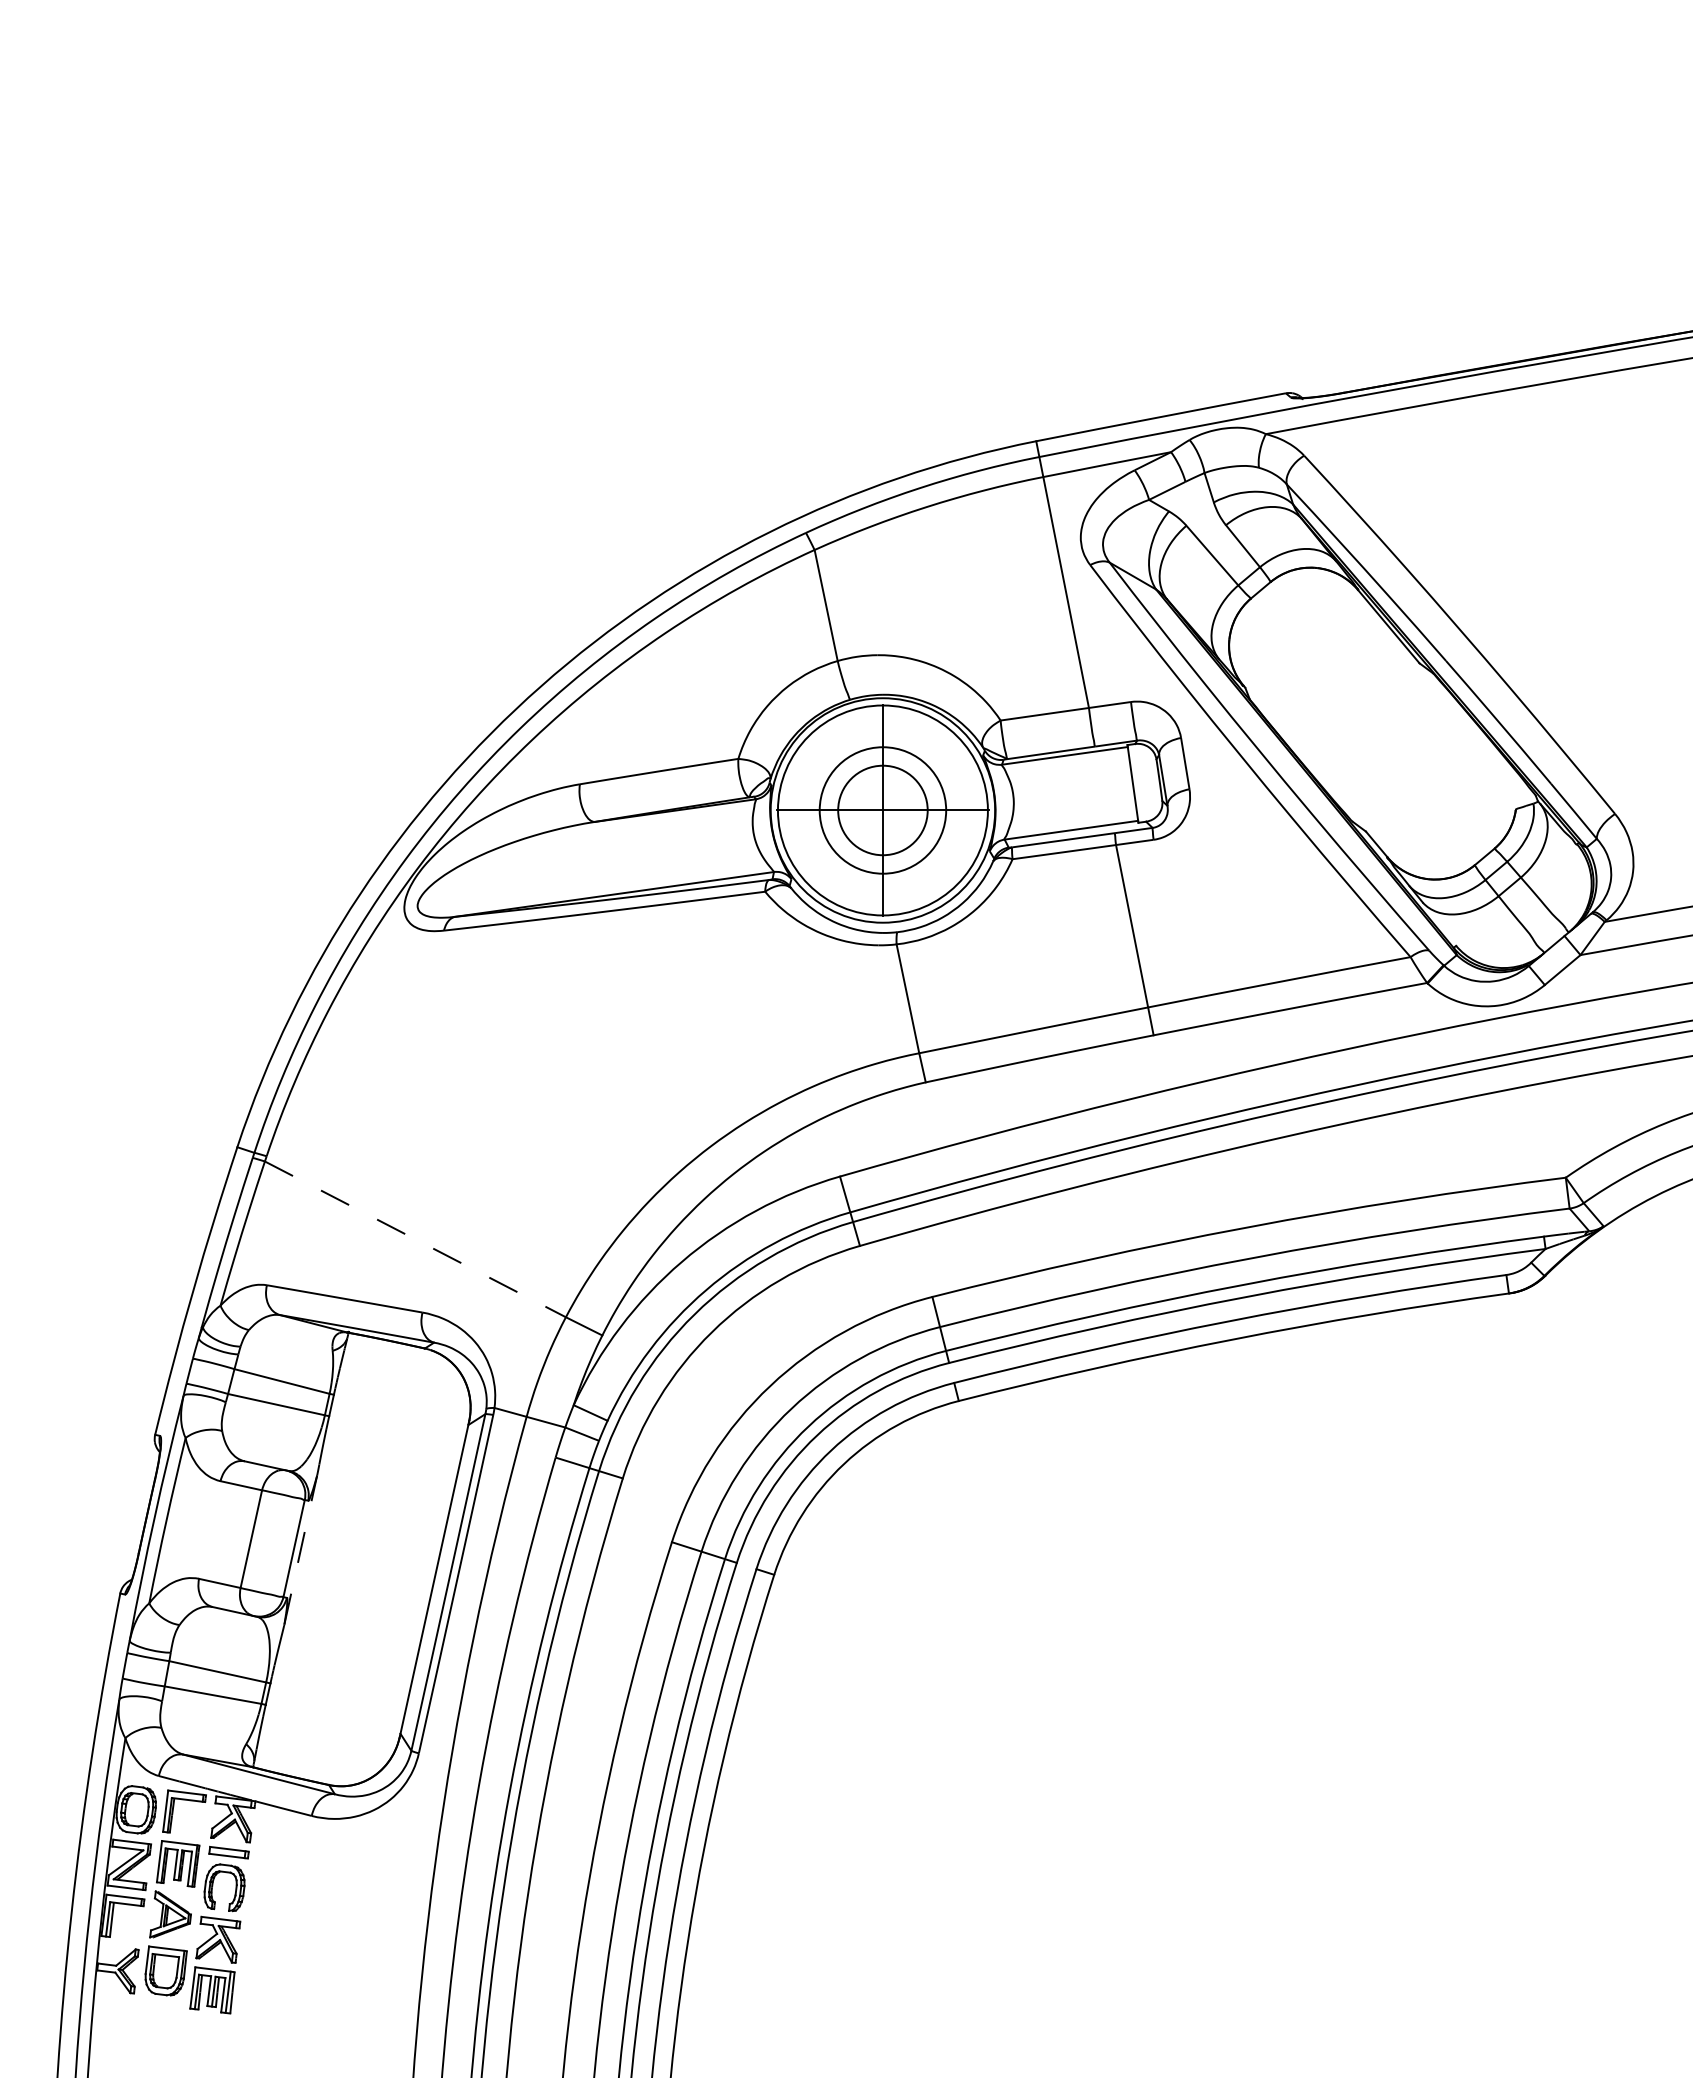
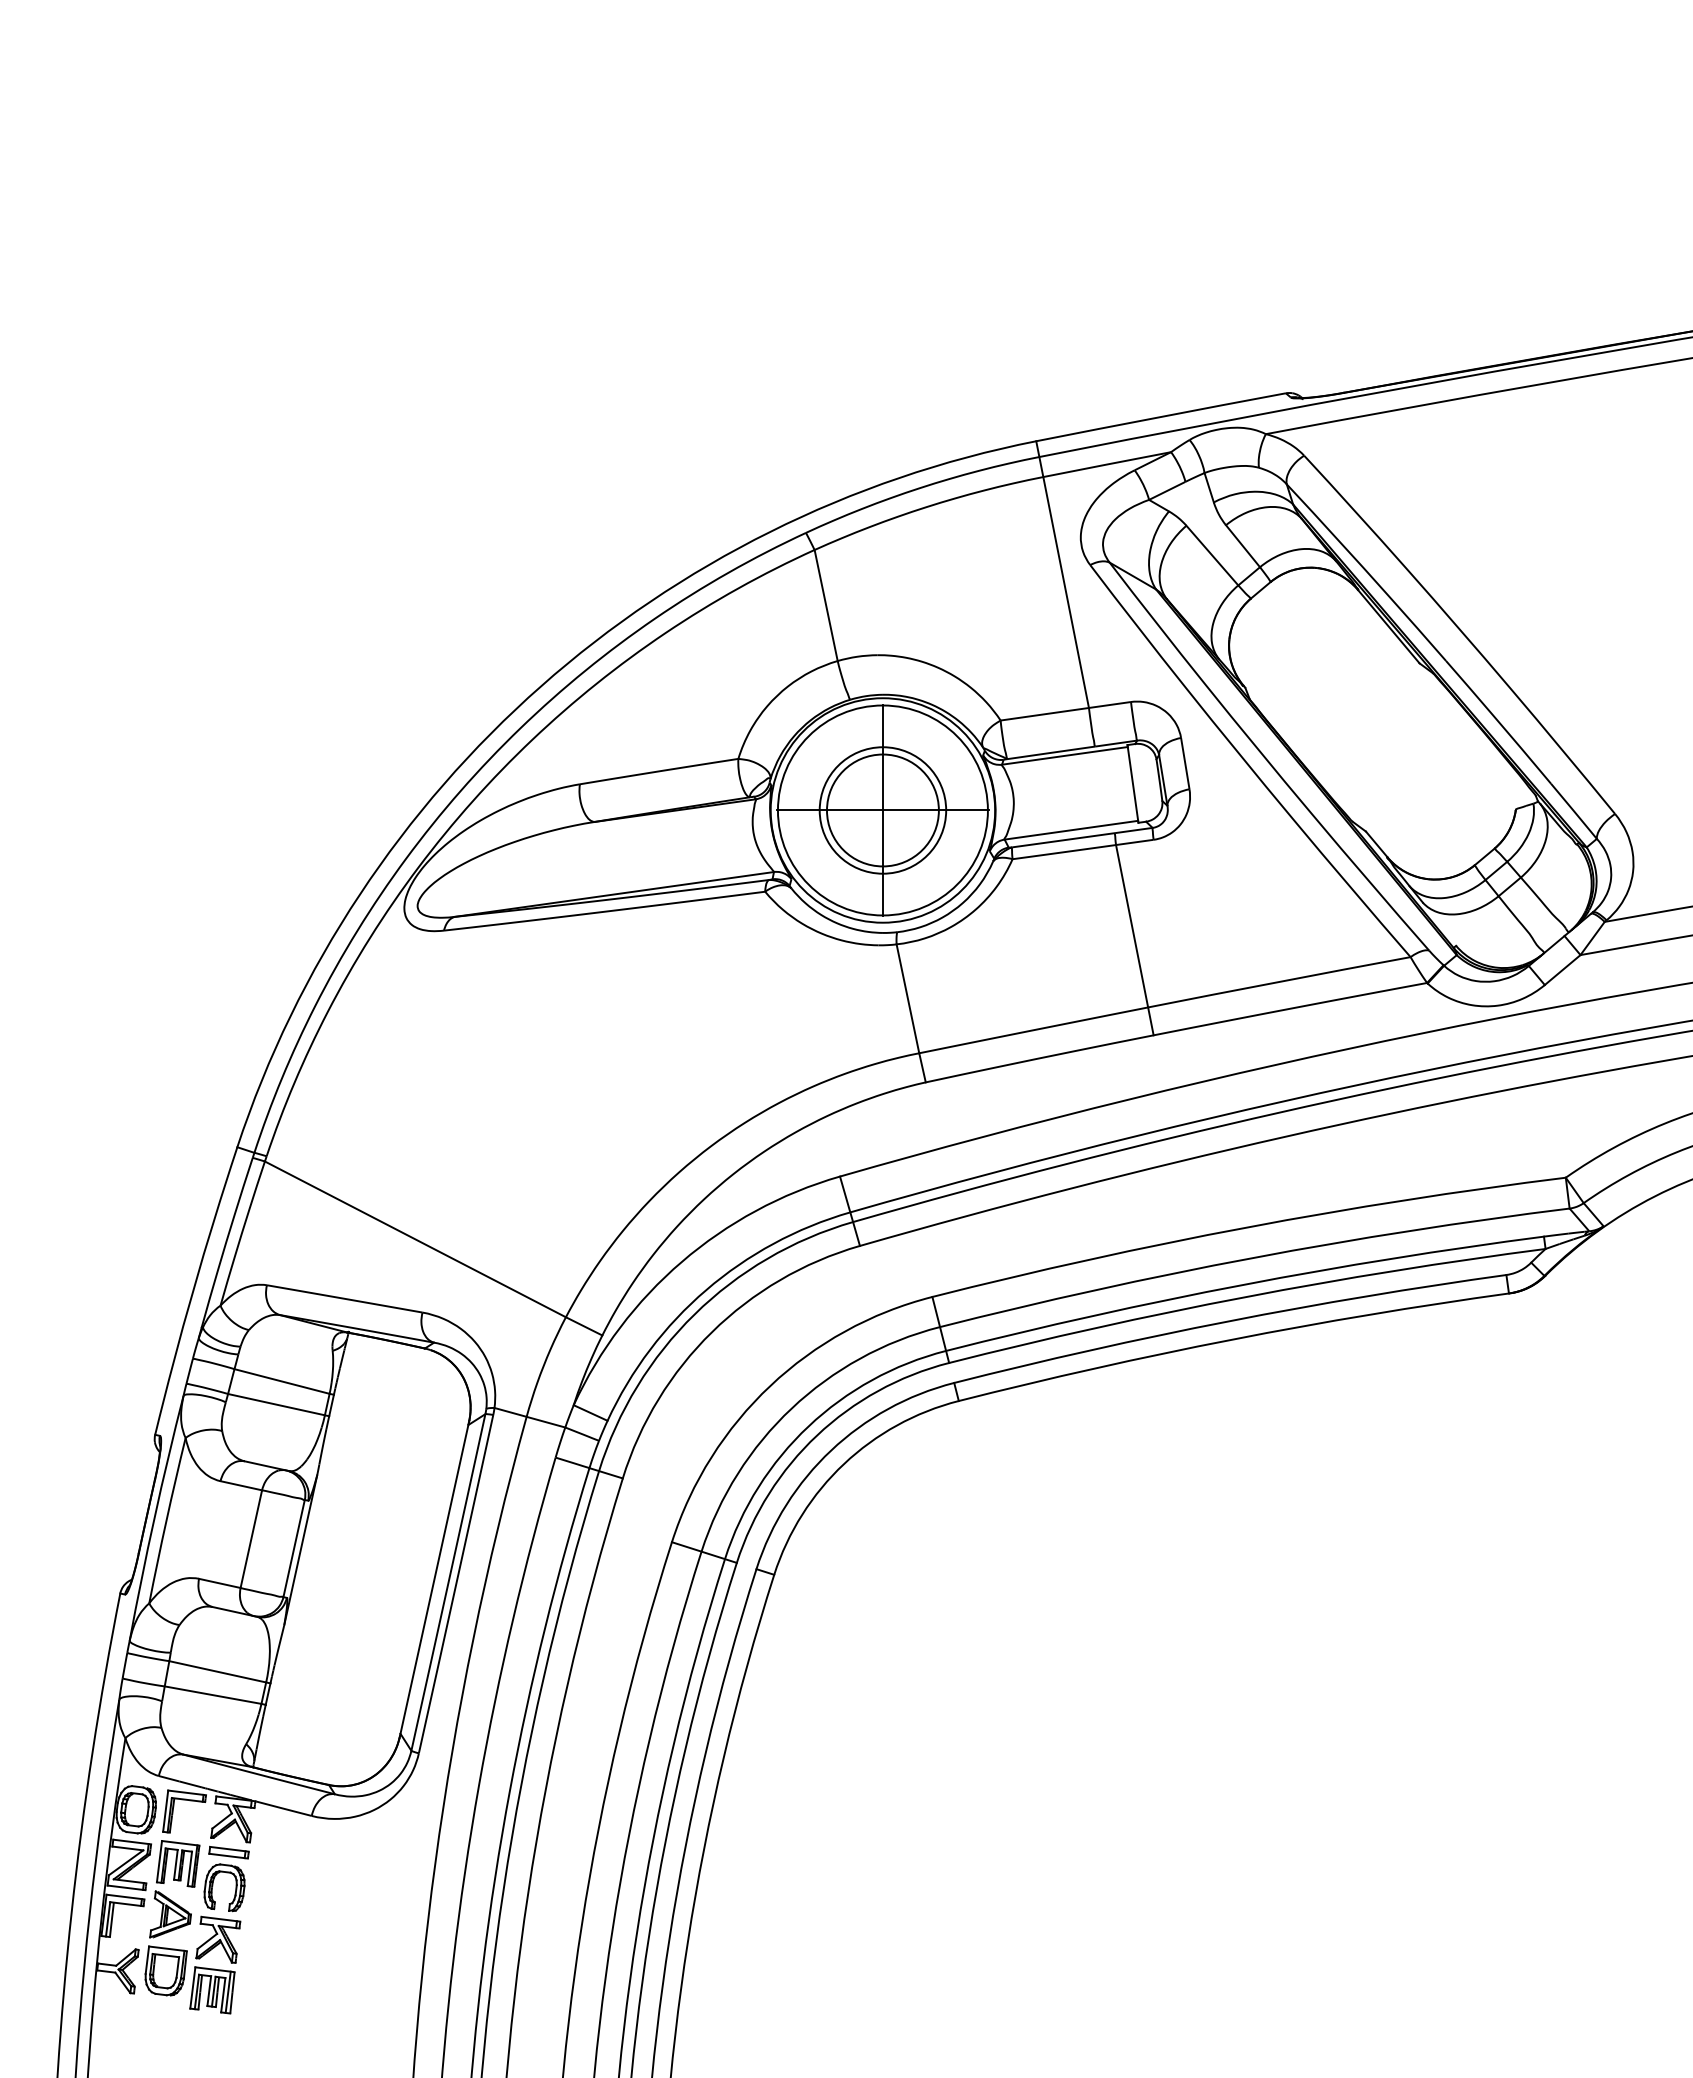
circle at (882, 810) diameter: 90 px -> 112 px
line at (415, 1239): dashed -> solid
line at (300, 1549): dashed -> solid
